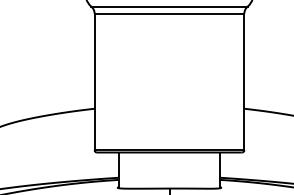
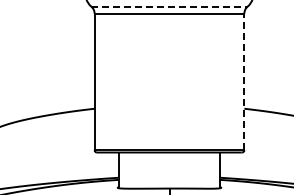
line at (170, 6): solid -> dashed
line at (244, 81): solid -> dashed
